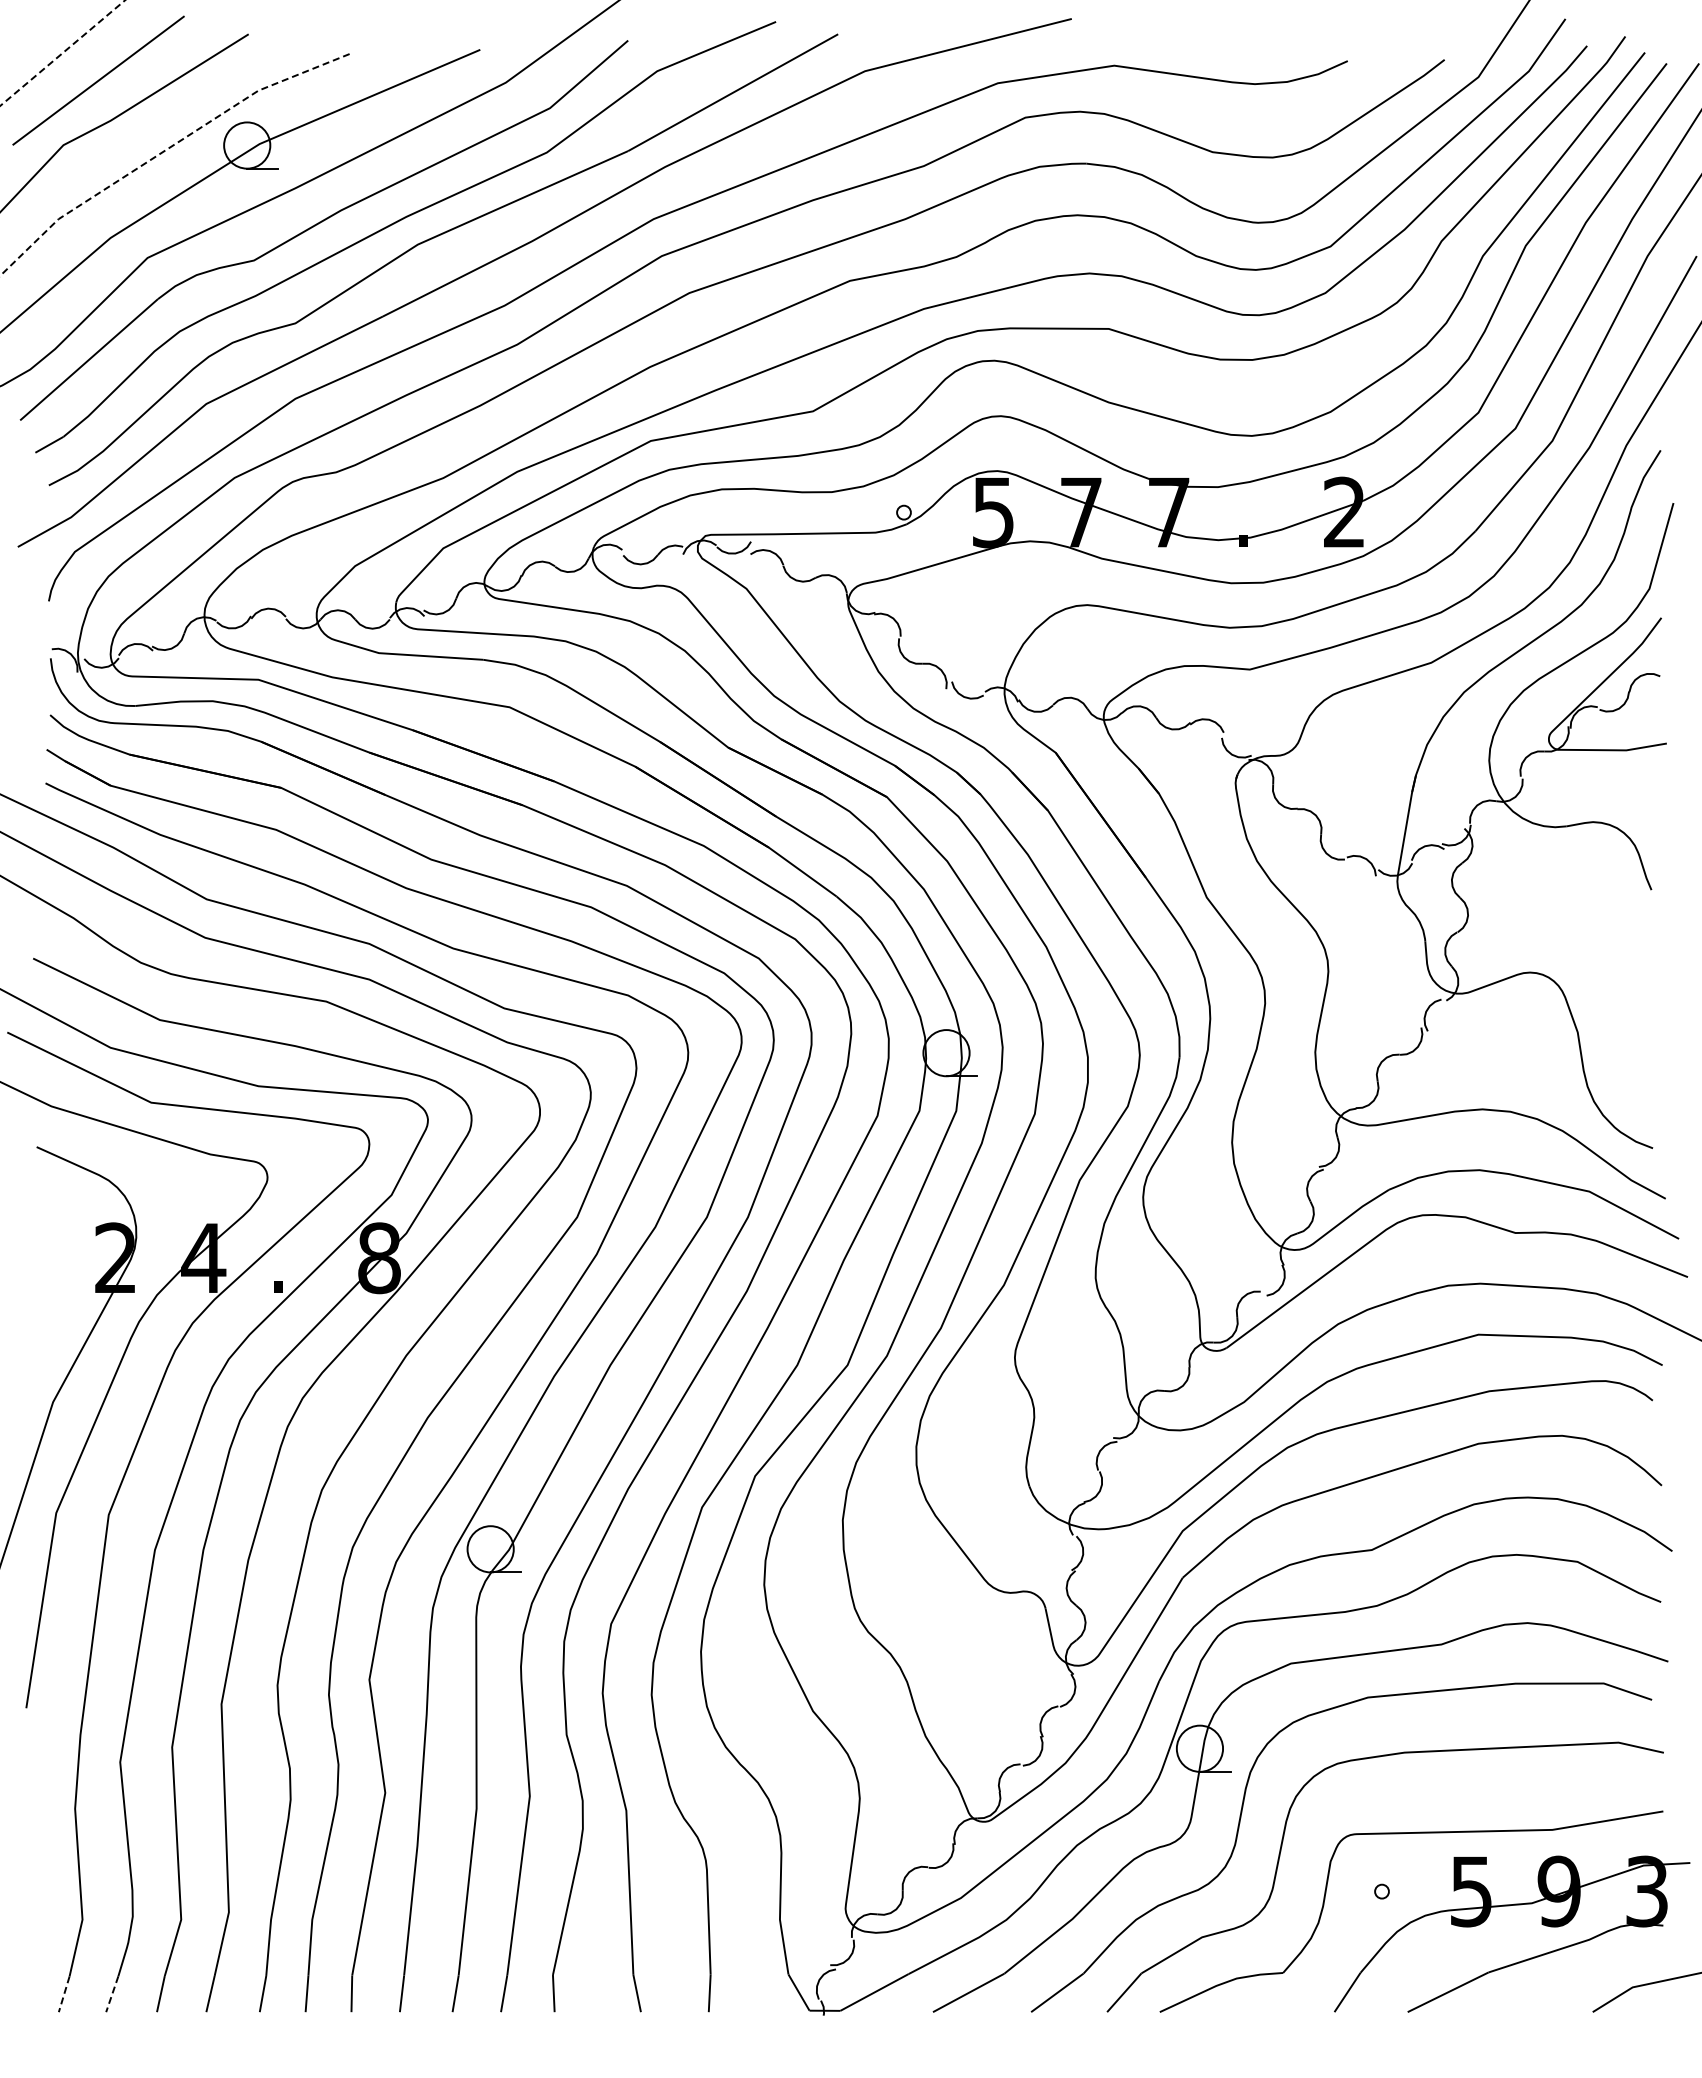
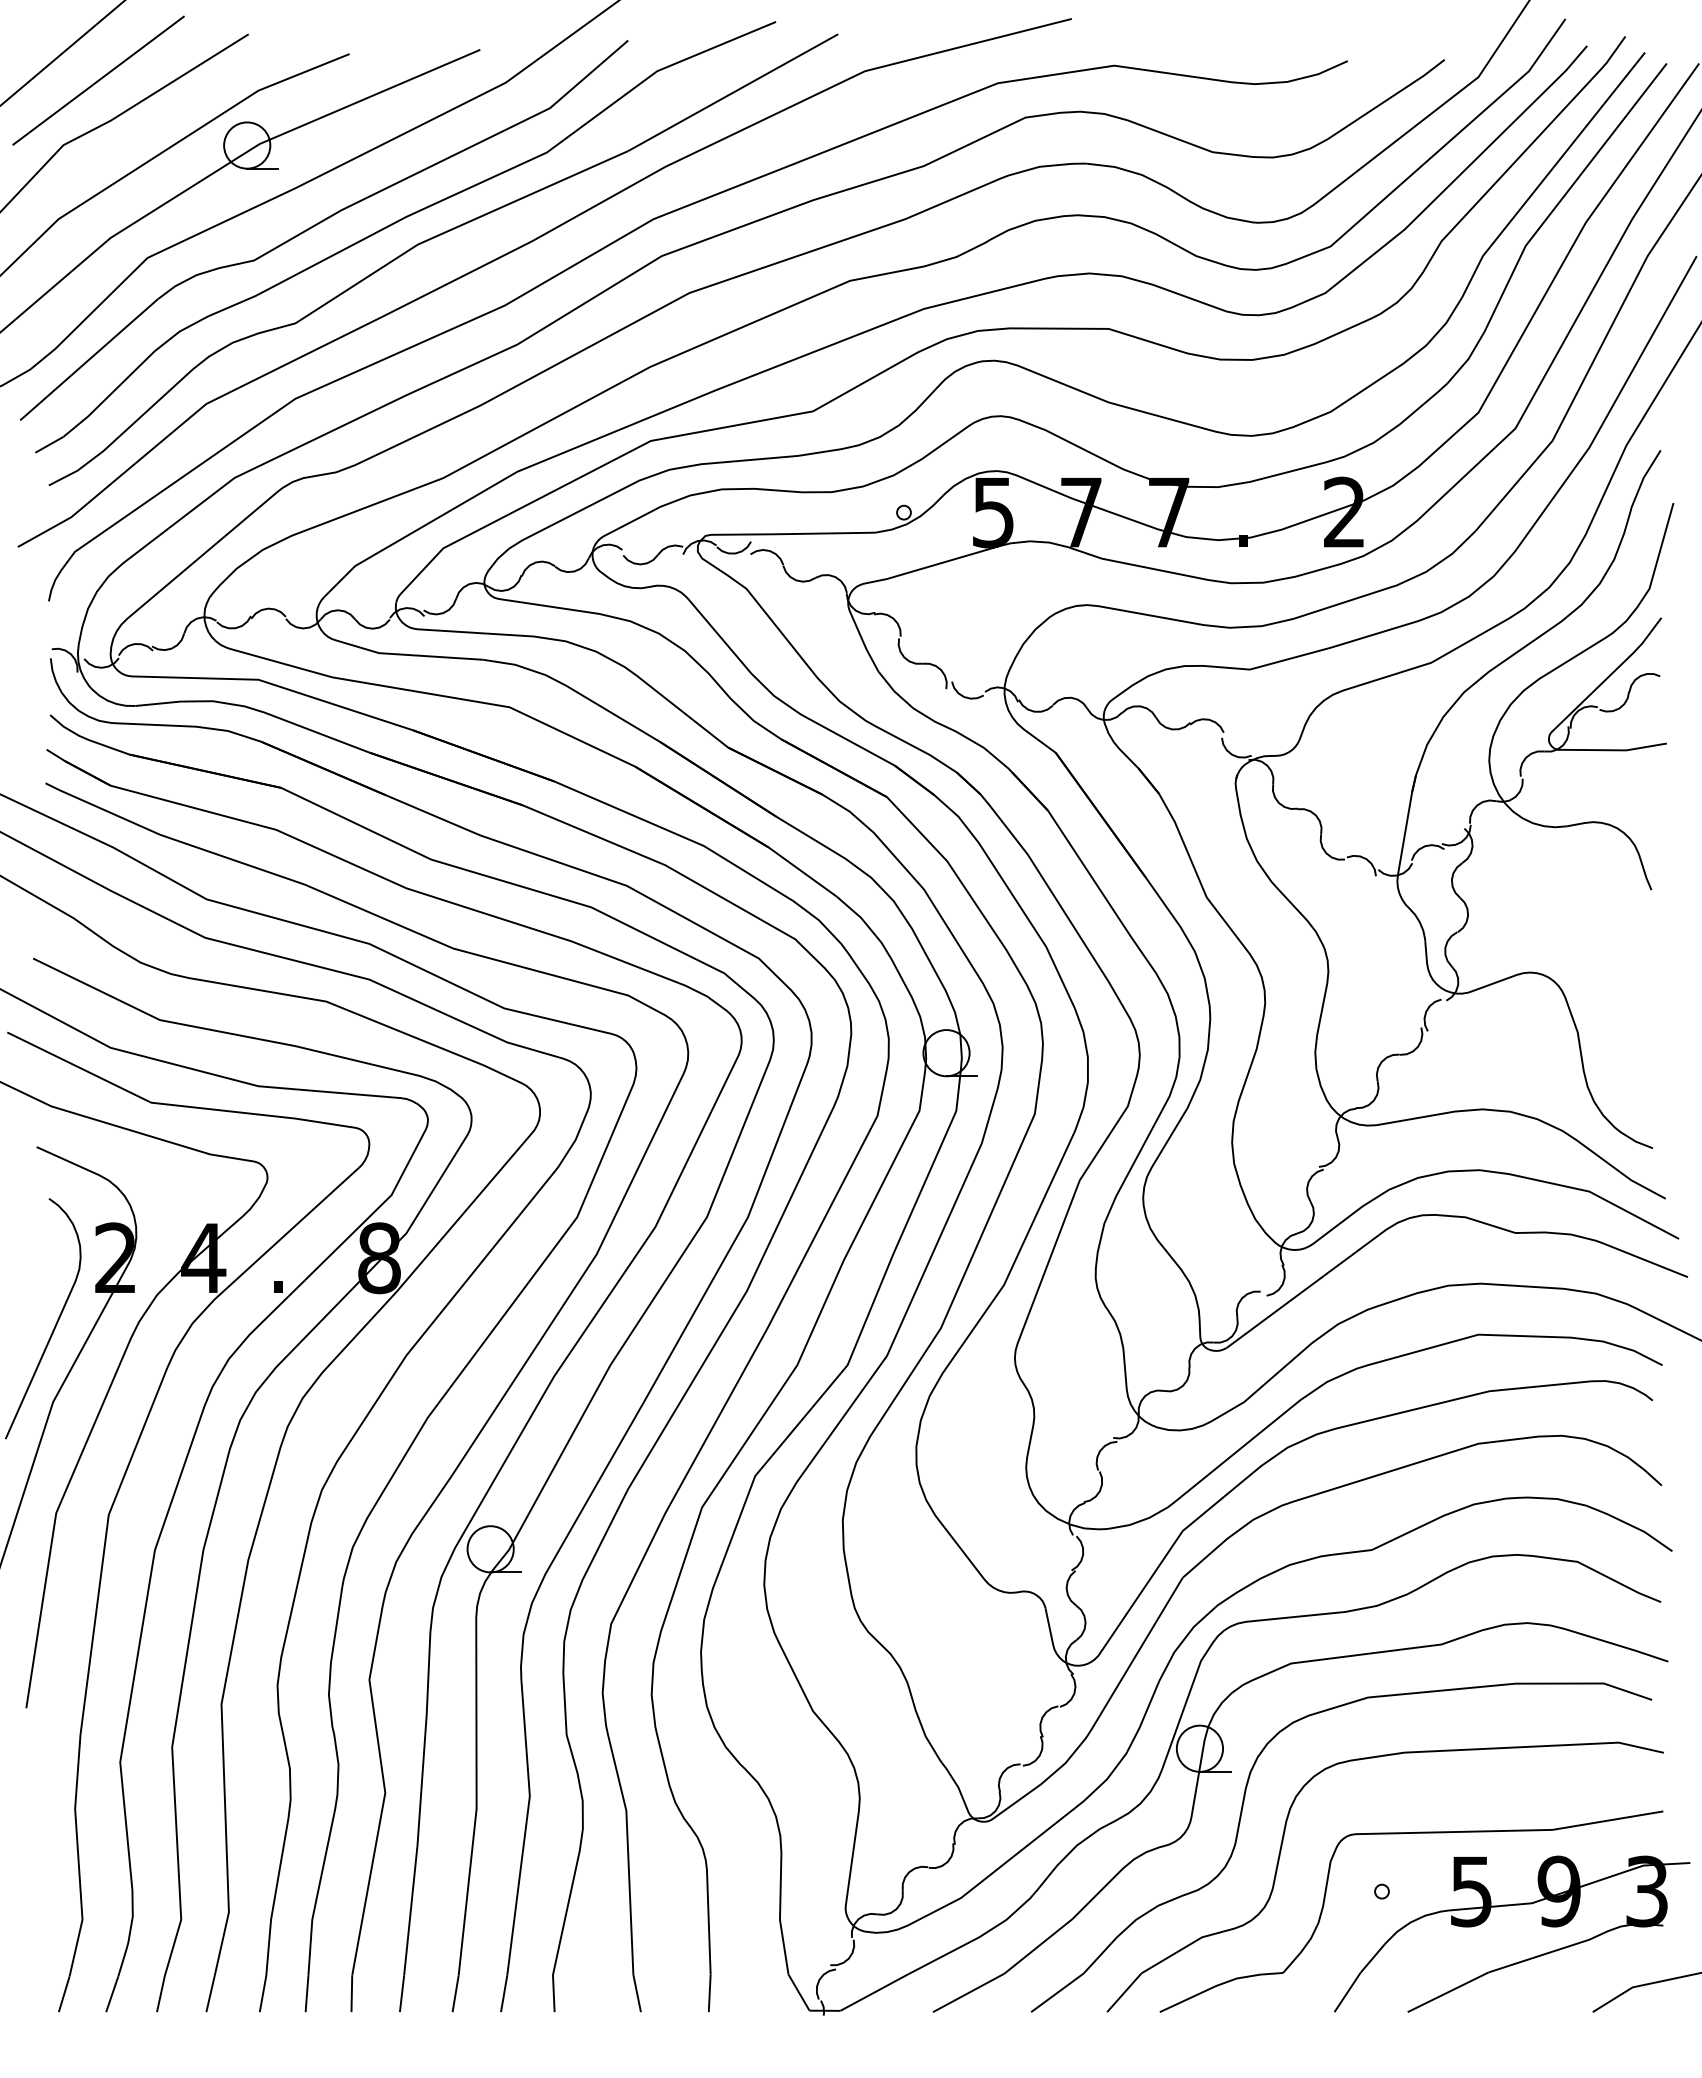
line at (62, 53): dashed -> solid
line at (166, 150): dashed -> solid
curve at (55, 1323): none -> present
line at (64, 1994): dashed -> solid
line at (112, 1994): dashed -> solid
